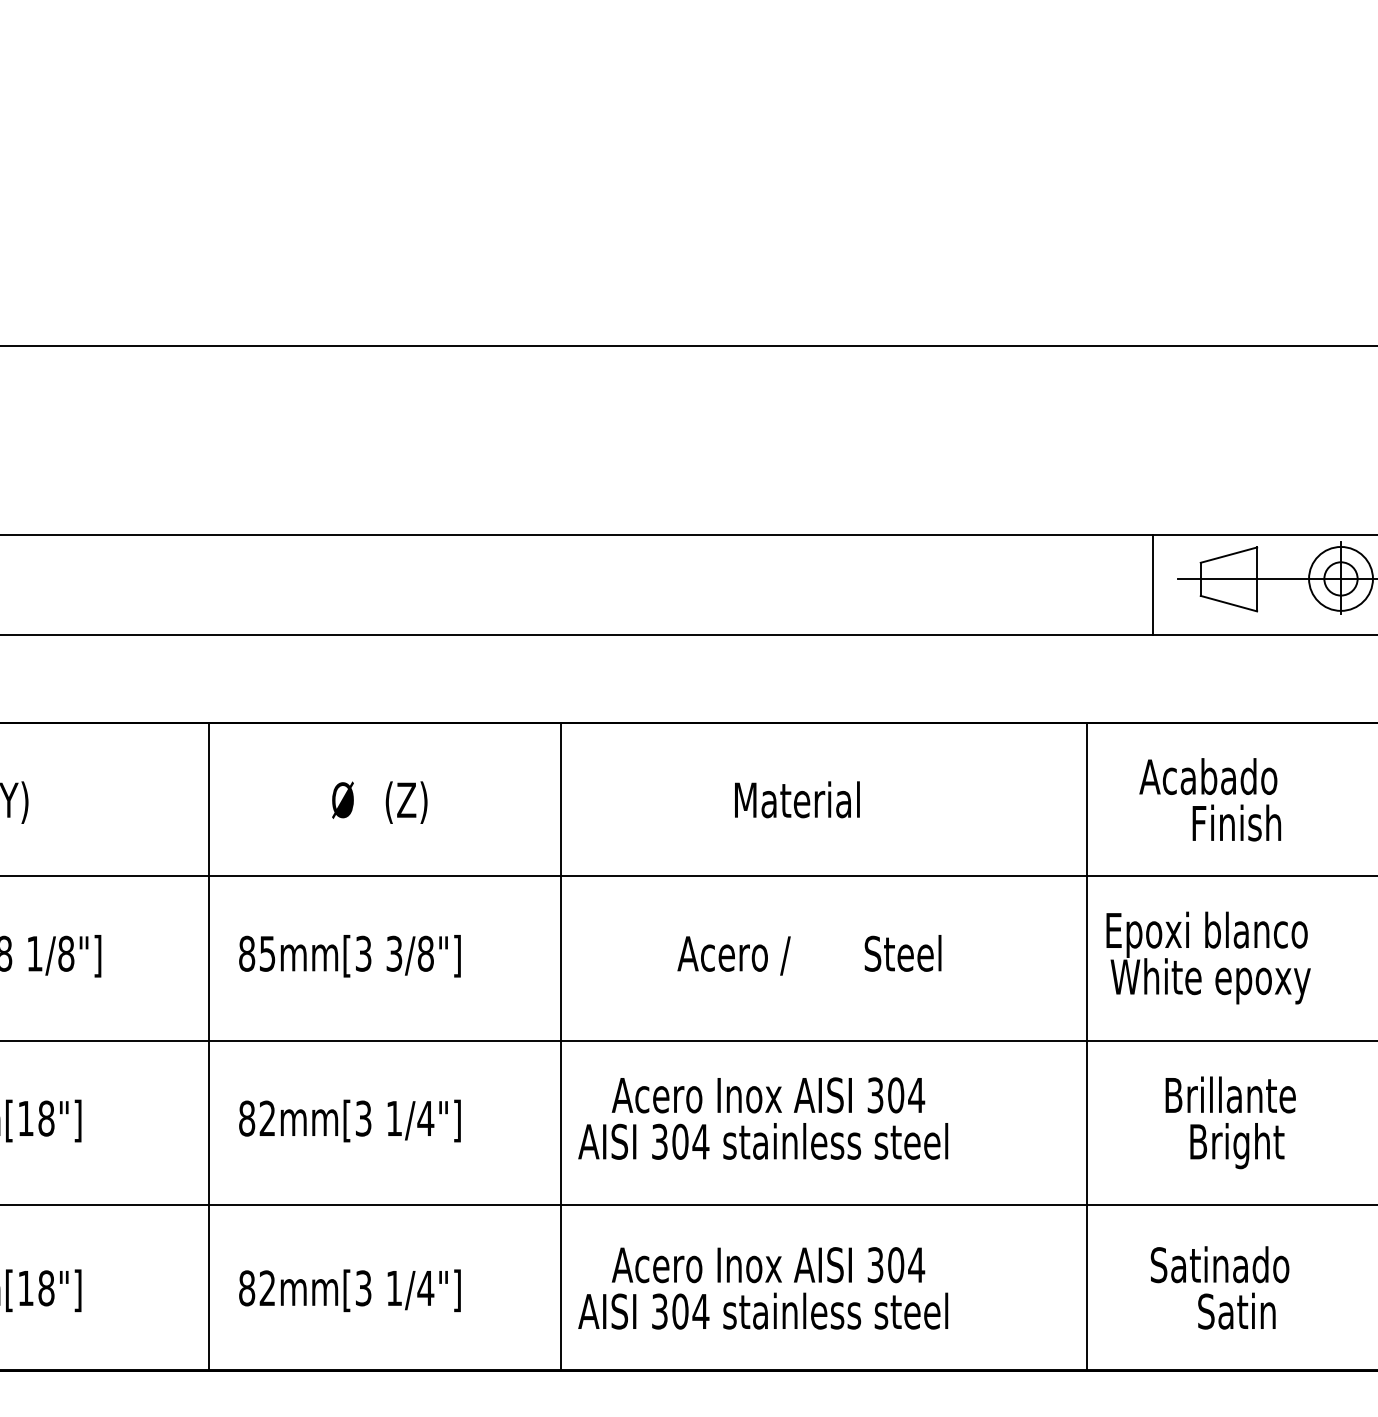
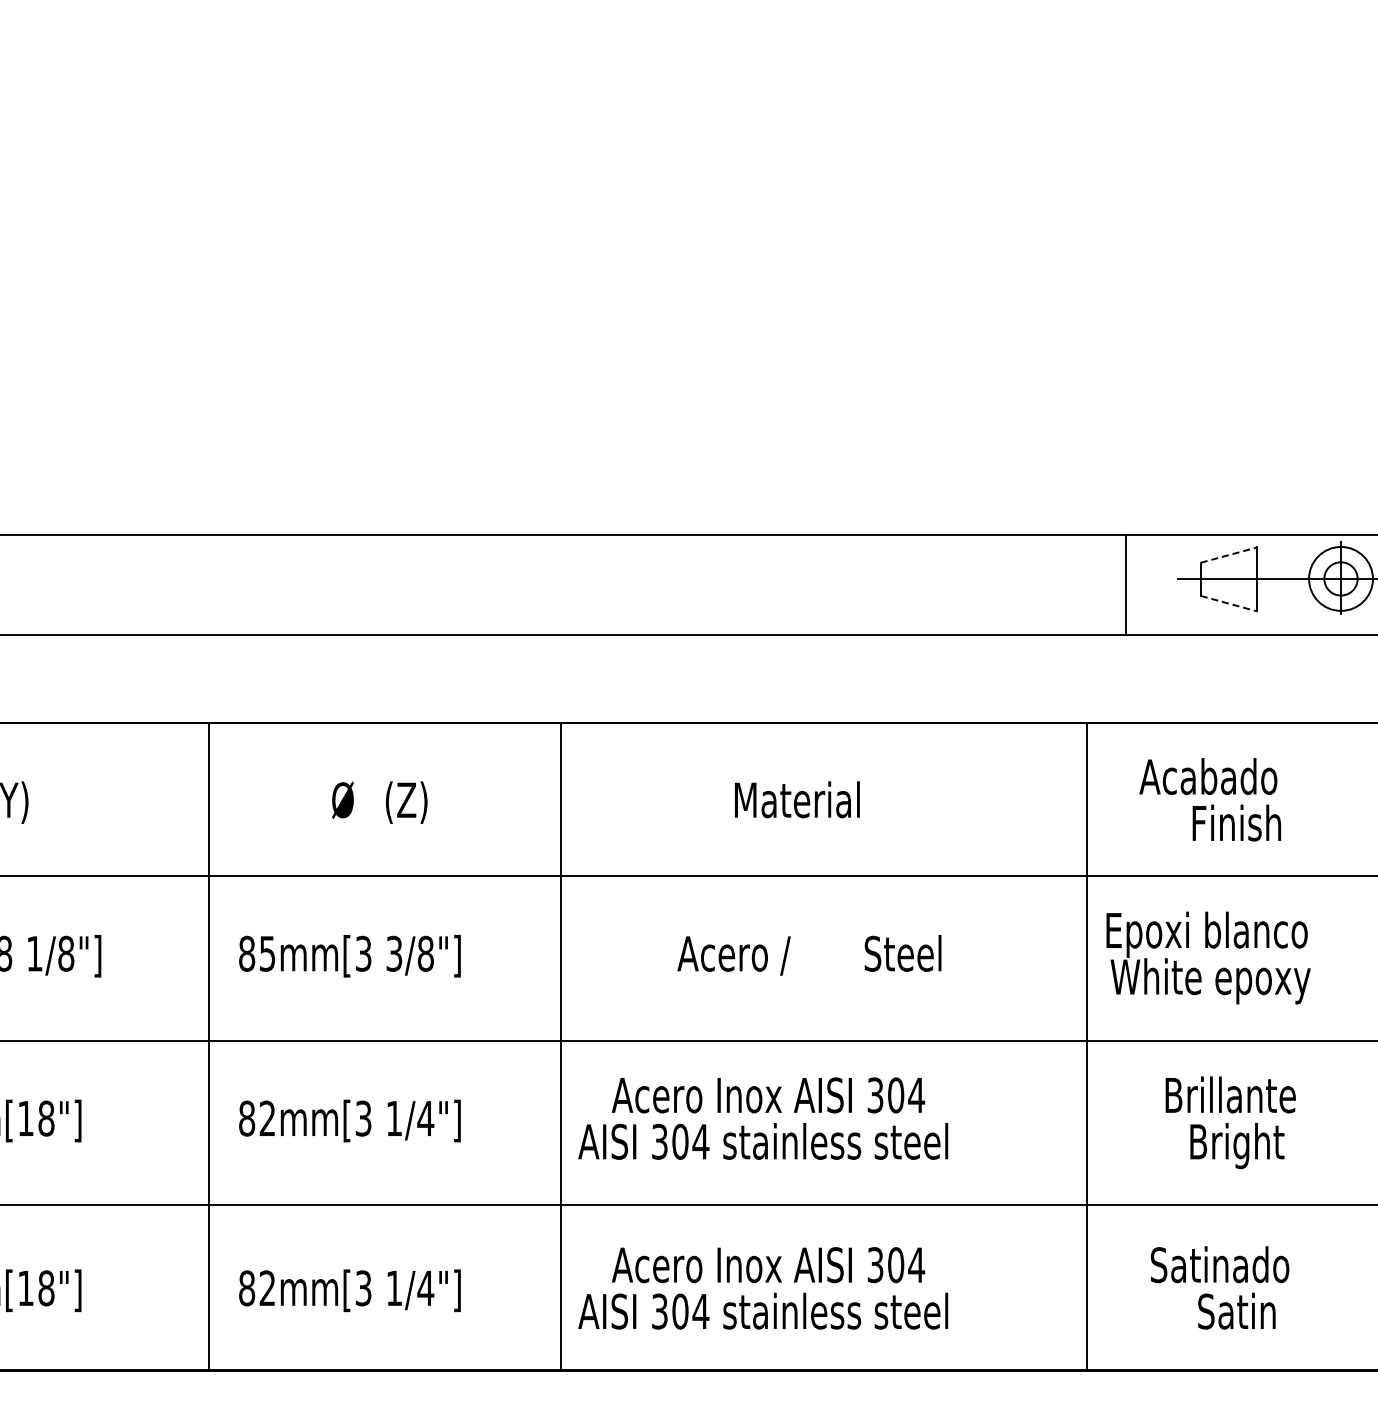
line at (688, 346): present -> none
line at (1229, 555): solid -> dashed
line at (1153, 584) position: (1153, 584) -> (1126, 584)
line at (1229, 603): solid -> dashed
